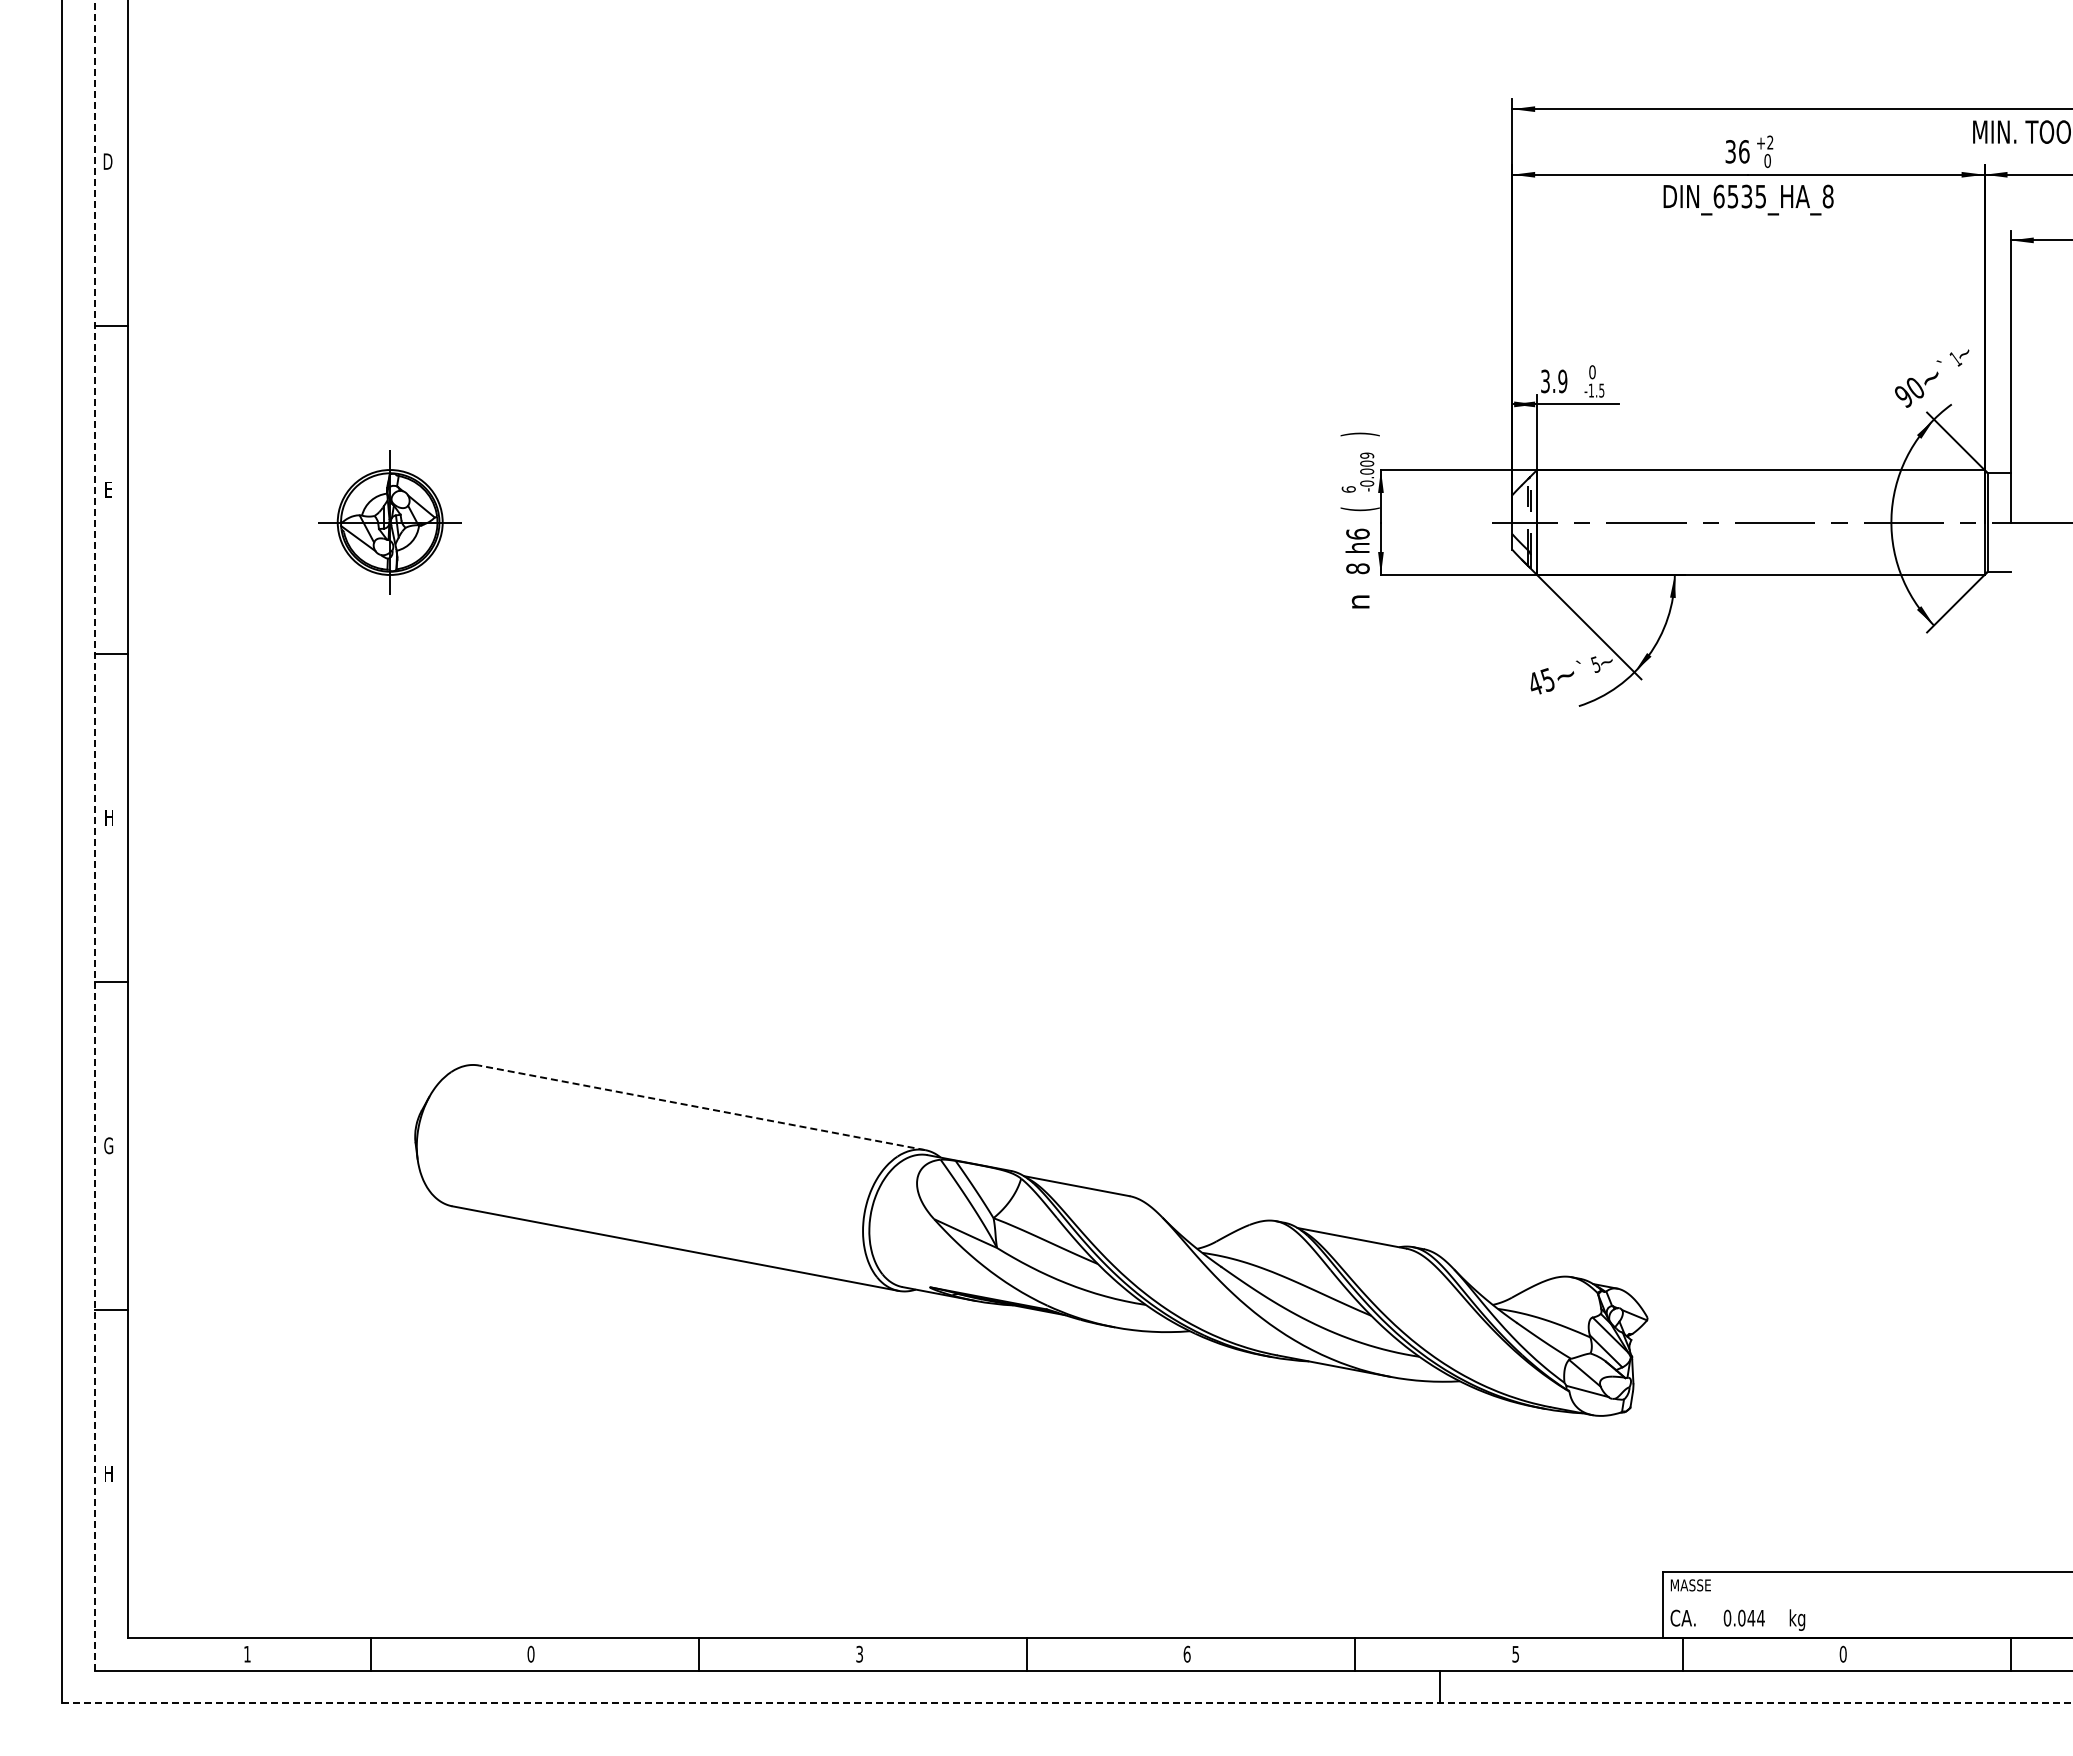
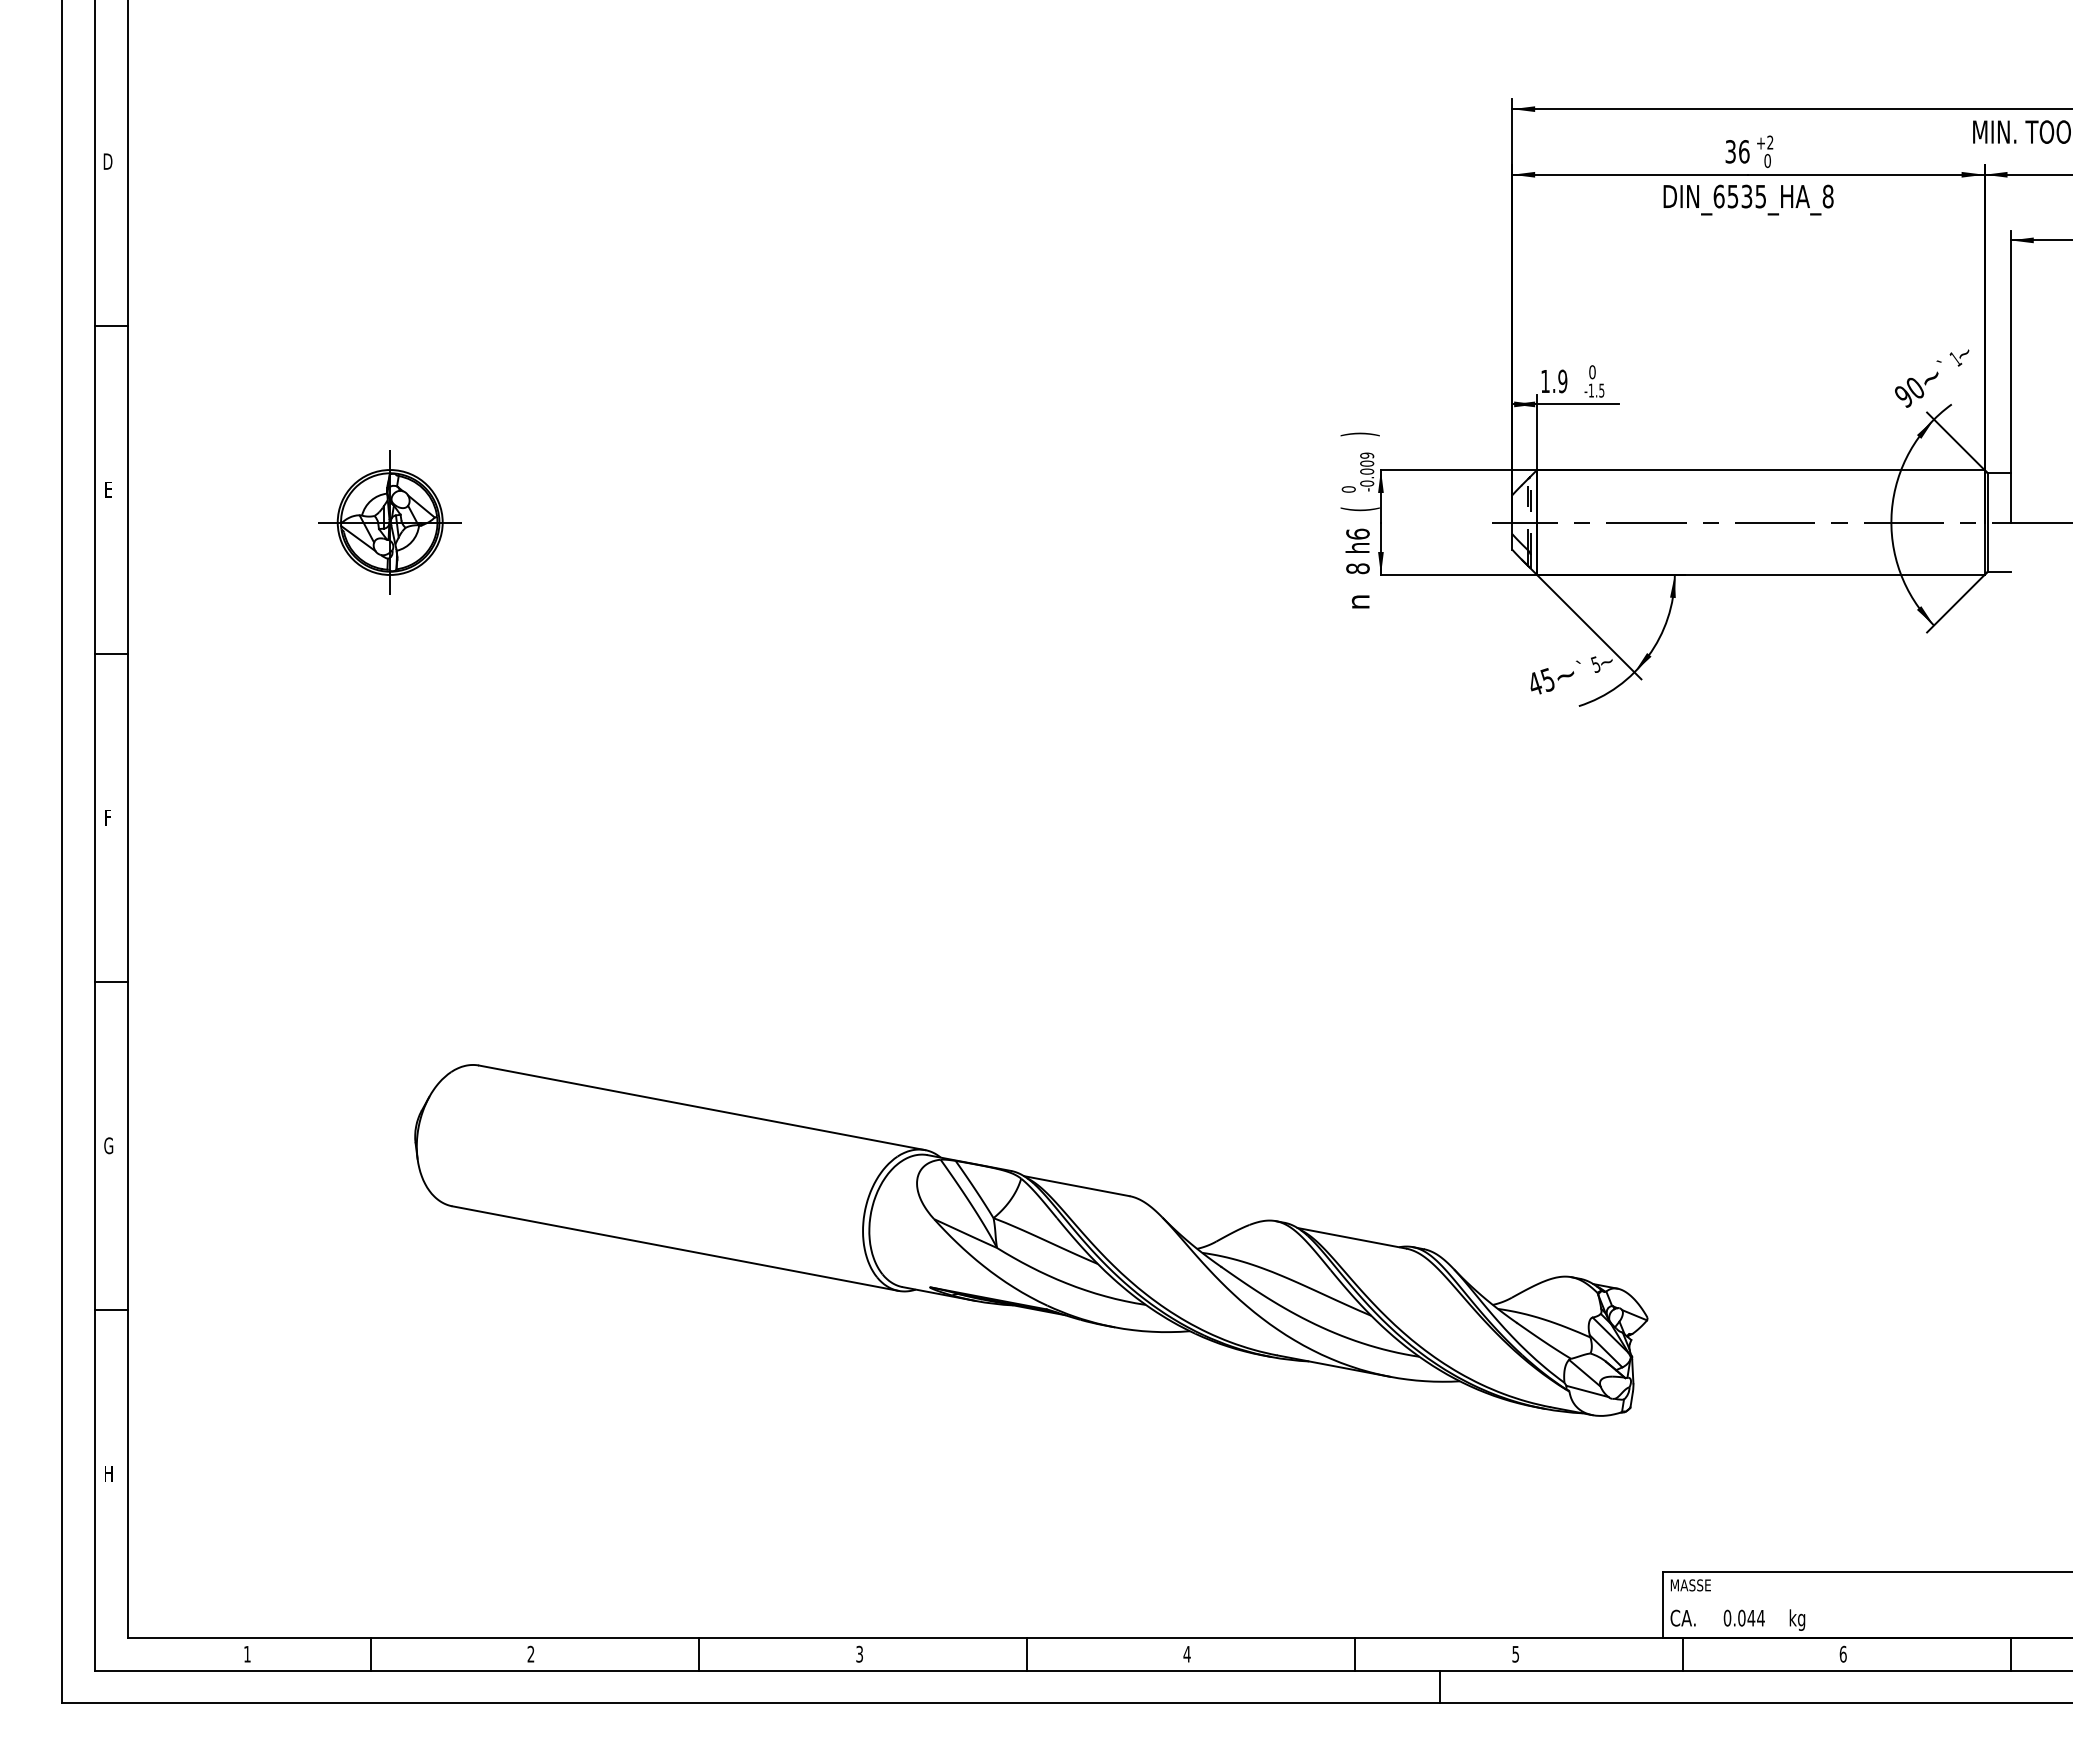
text at (1545, 381): 3.9 -> 1.9
text at (1348, 489): 6 -> 0
text at (109, 817): H -> F
line at (94, 834): dashed -> solid
line at (701, 1107): dashed -> solid
text at (1186, 1653): 6 -> 4
text at (1843, 1653): 0 -> 6
text at (530, 1654): 0 -> 2
line at (1067, 1703): dashed -> solid
